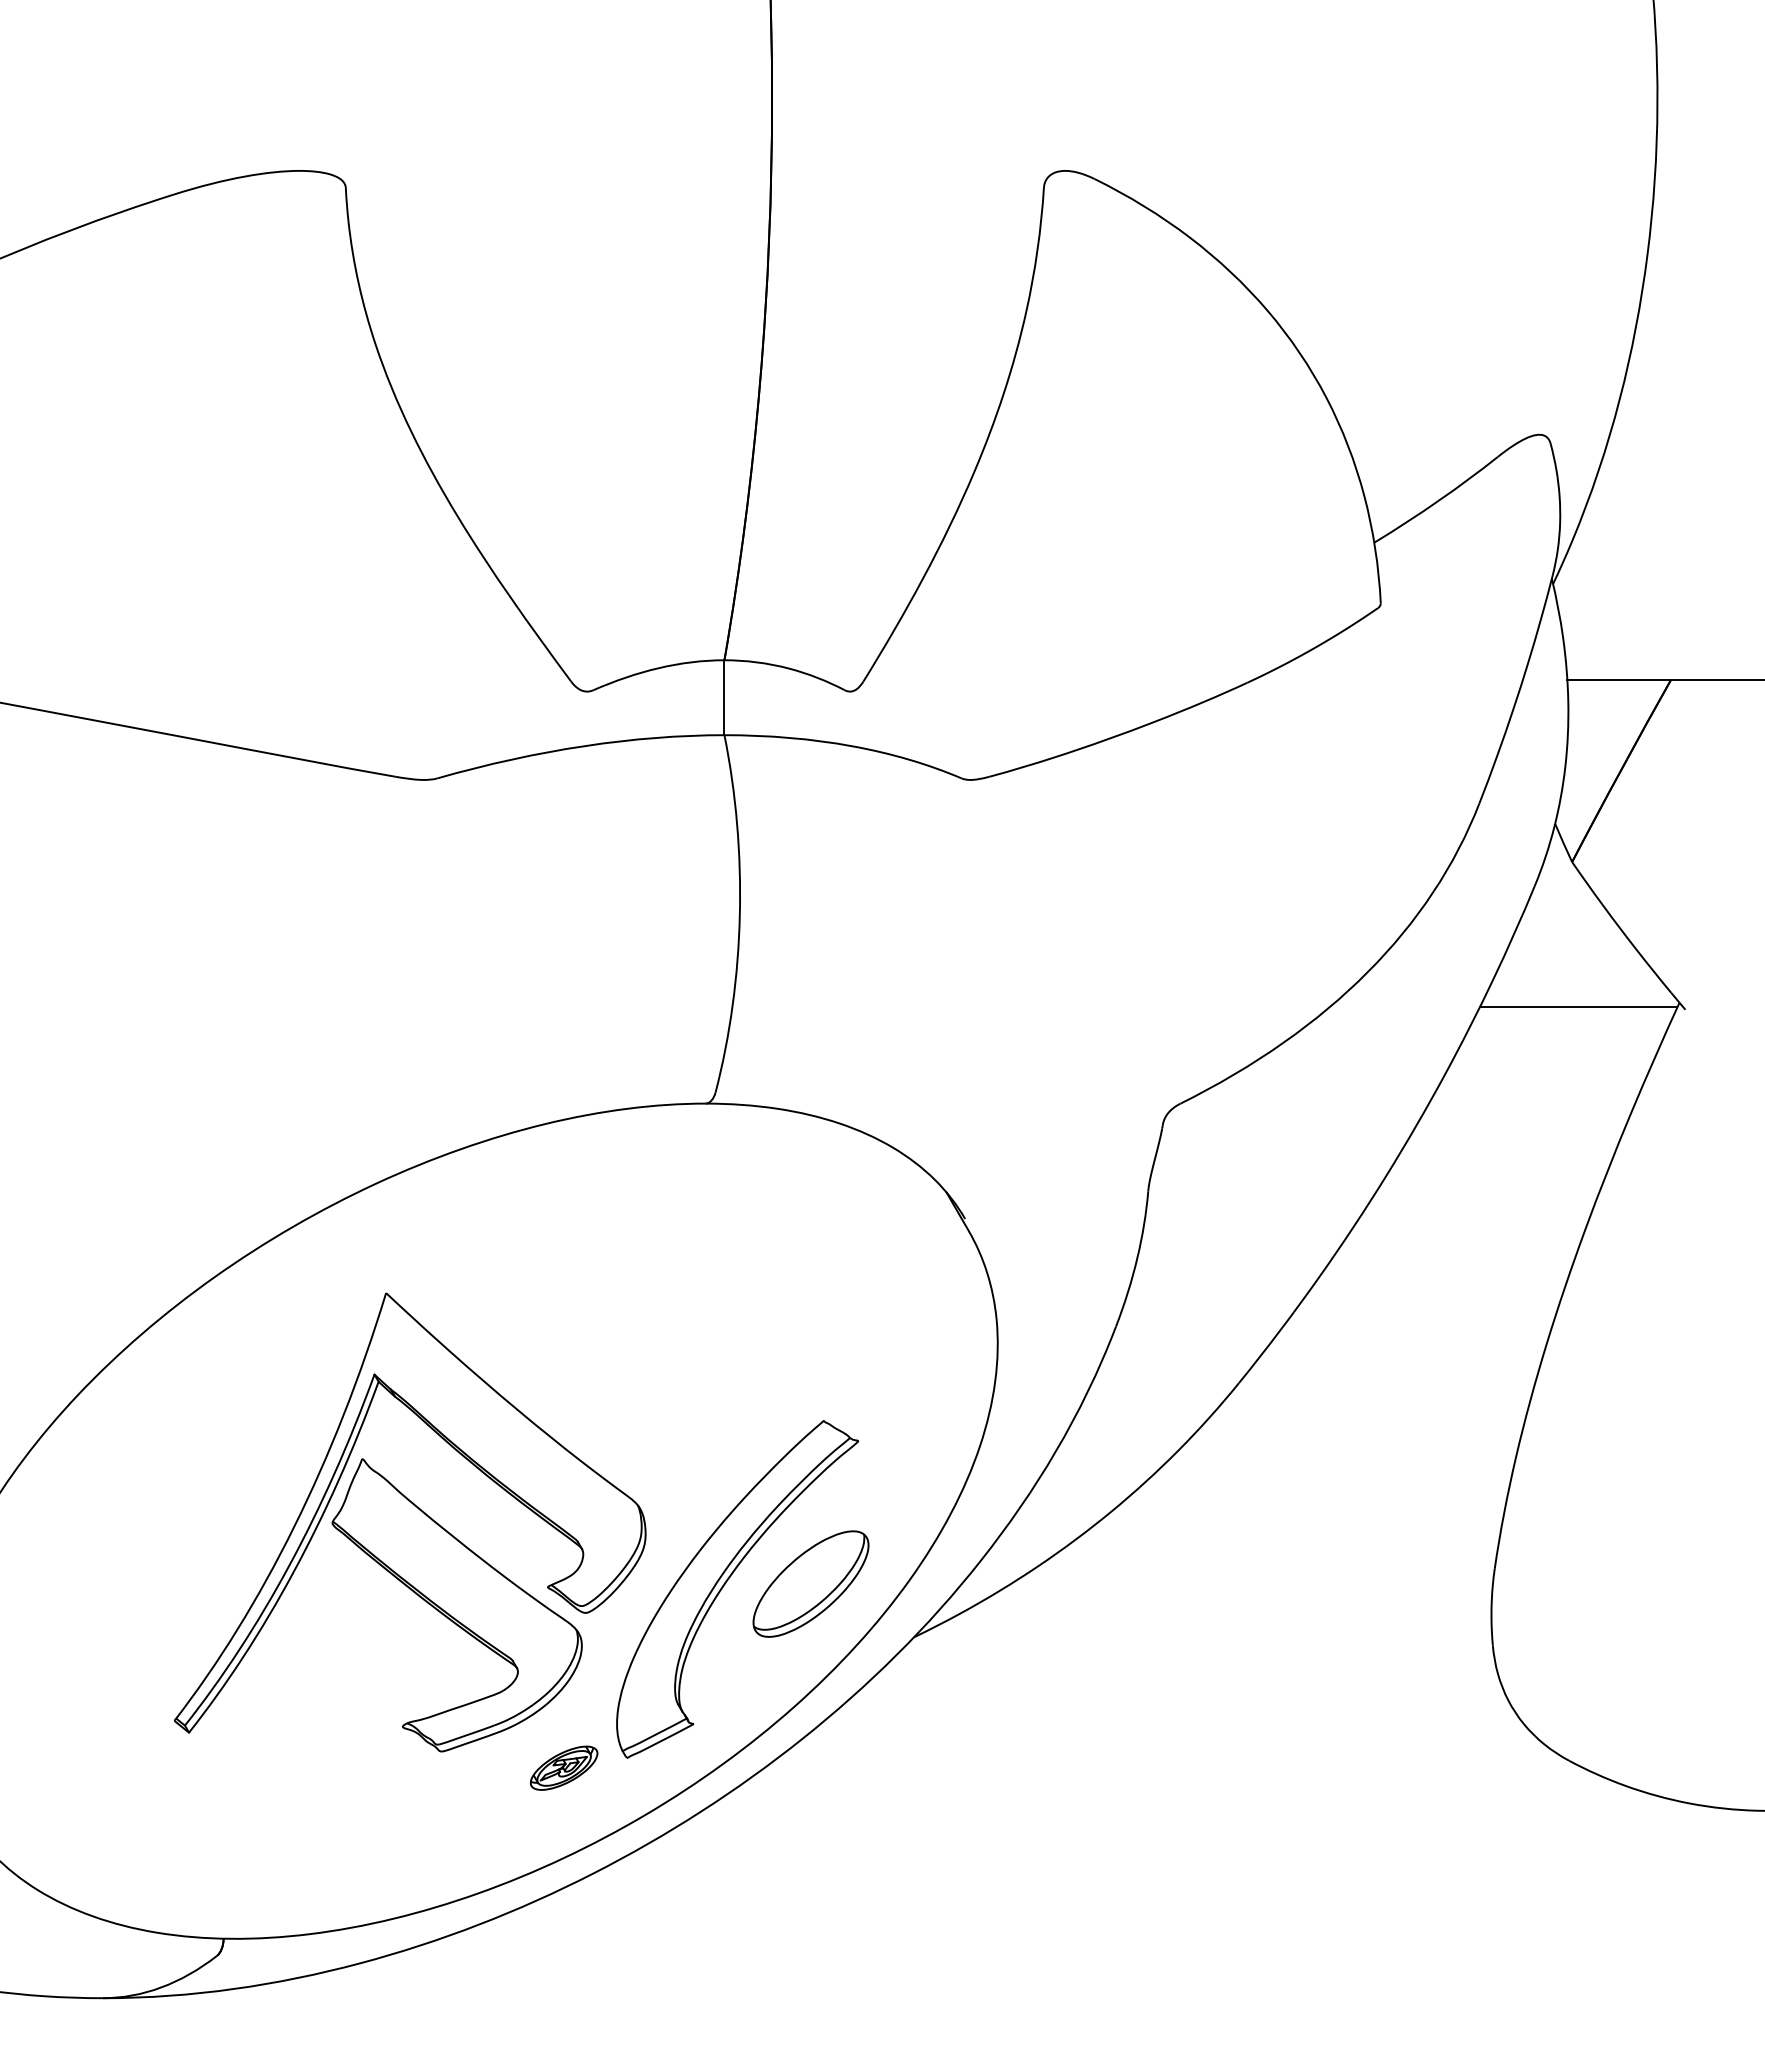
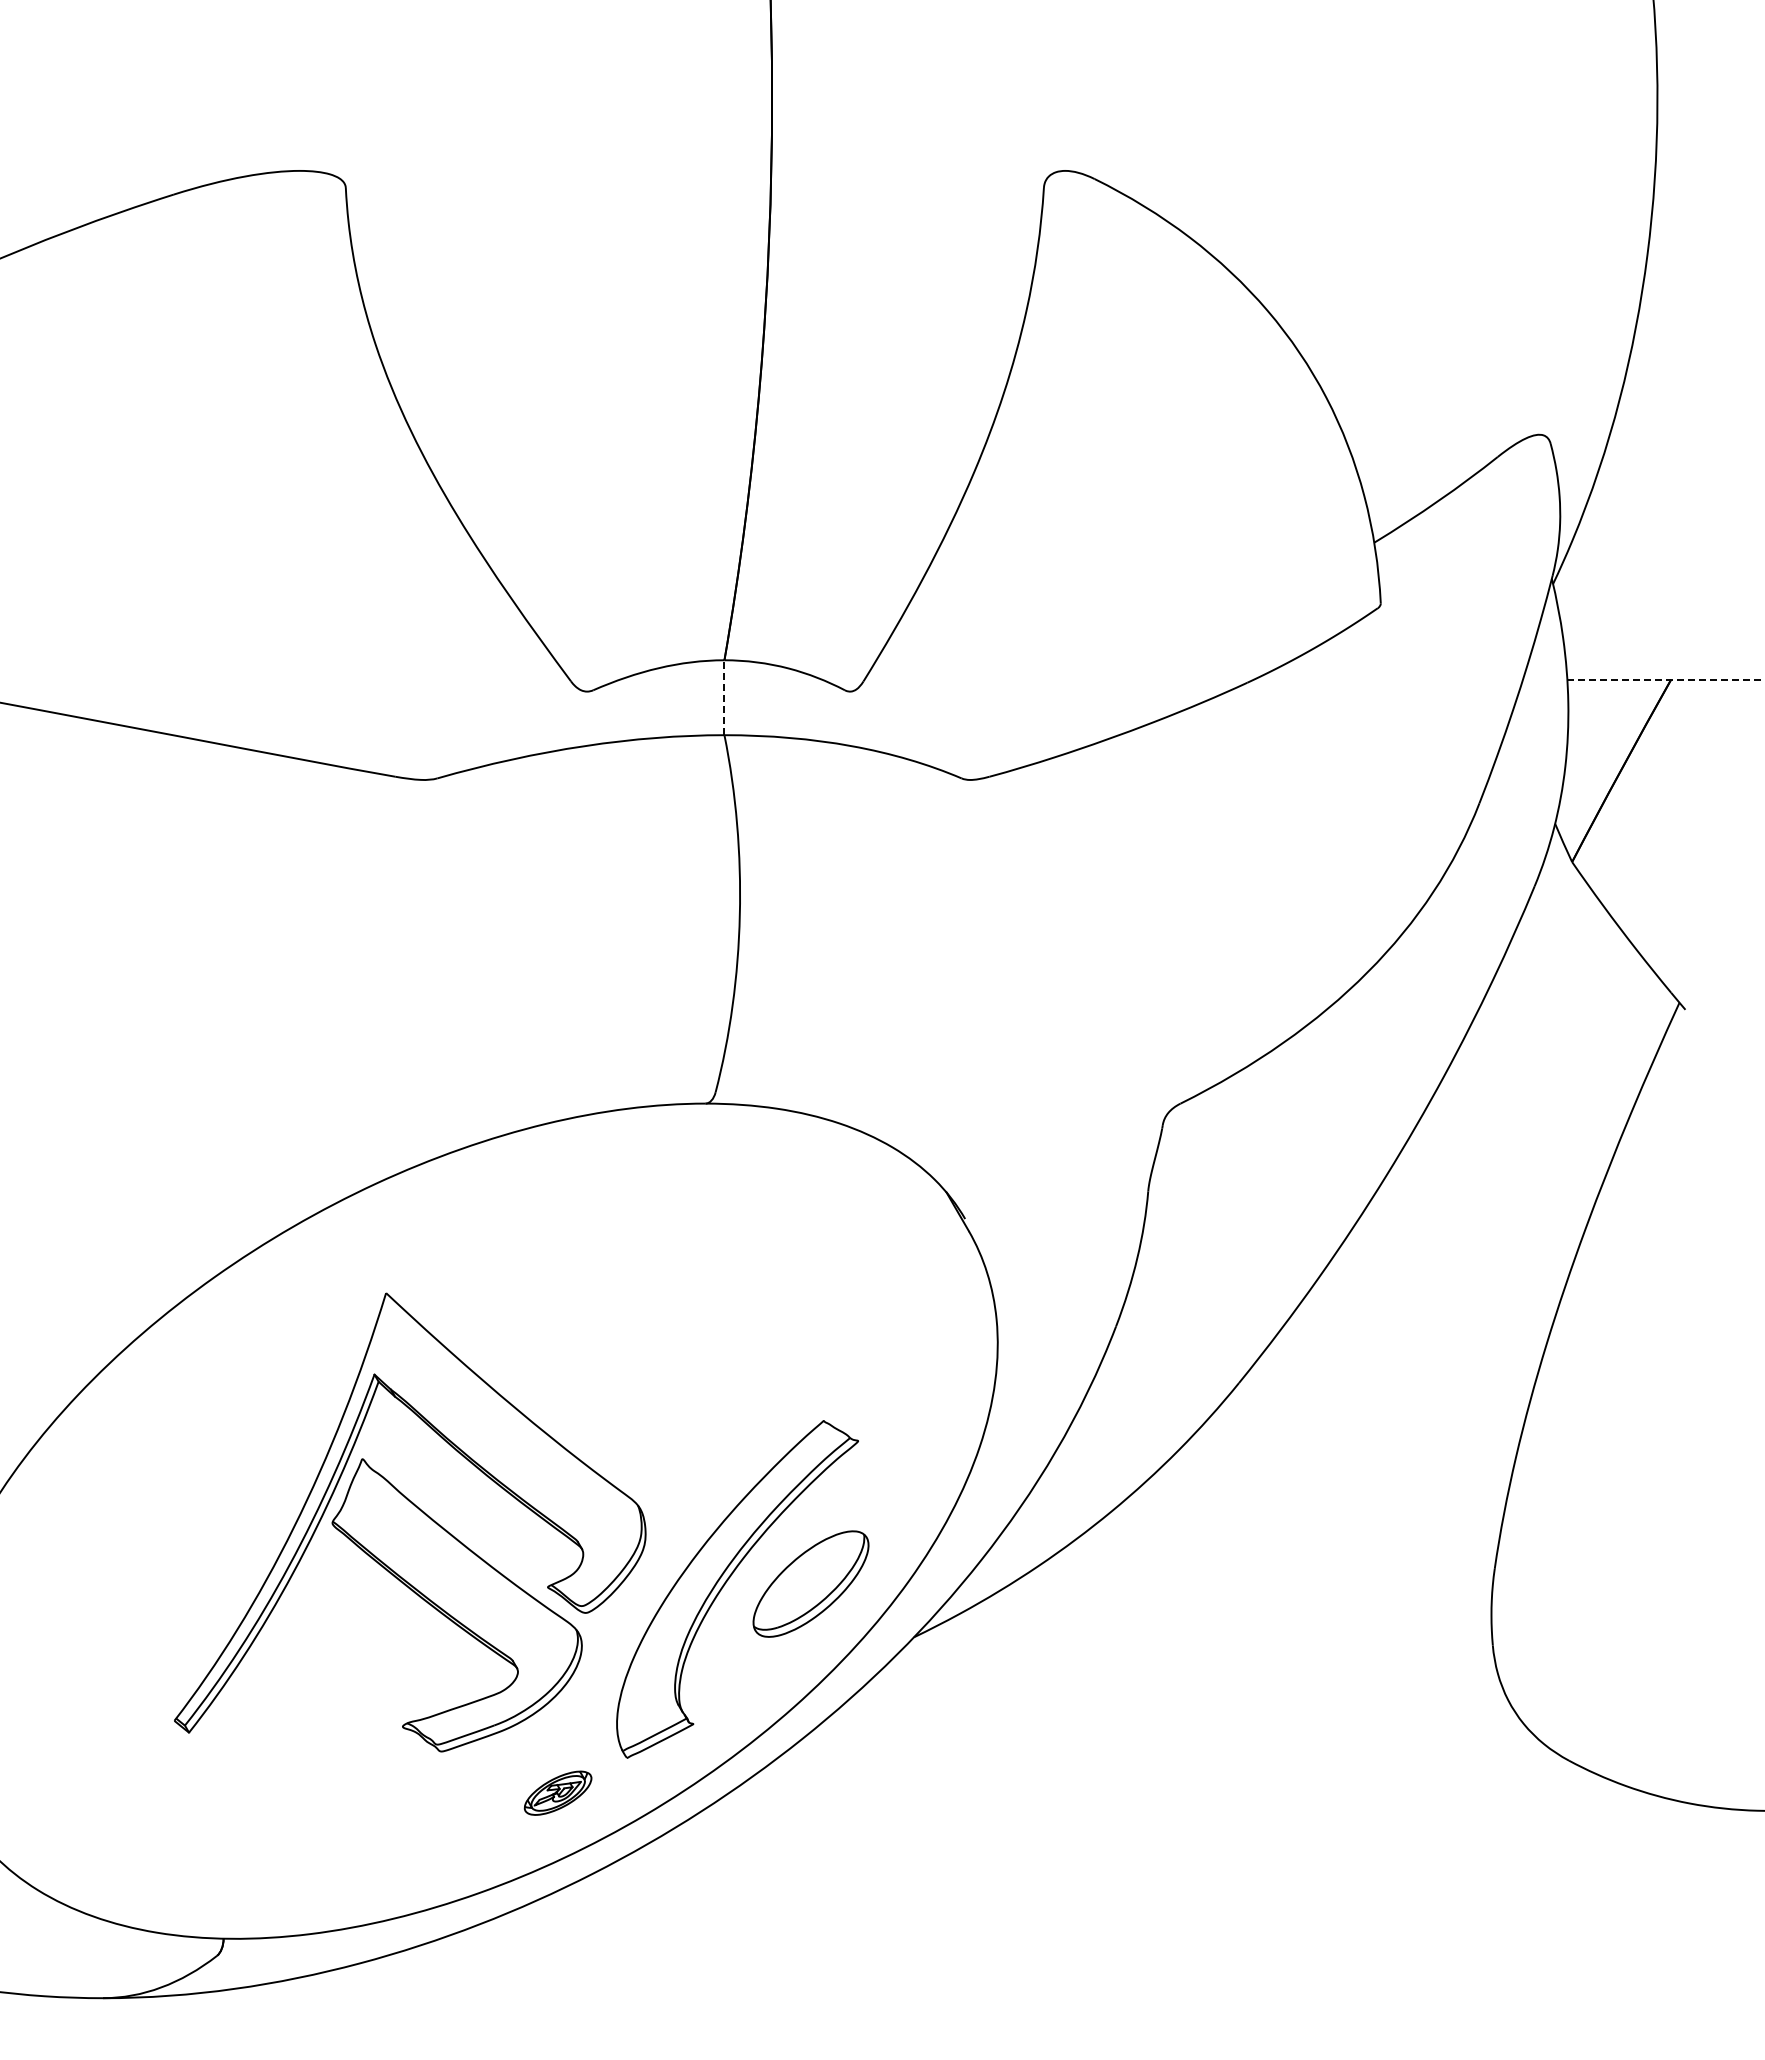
line at (1666, 679): solid -> dashed
line at (724, 697): solid -> dashed
line at (1578, 1007): present -> none
part at (563, 1767) position: (563, 1767) -> (557, 1792)
